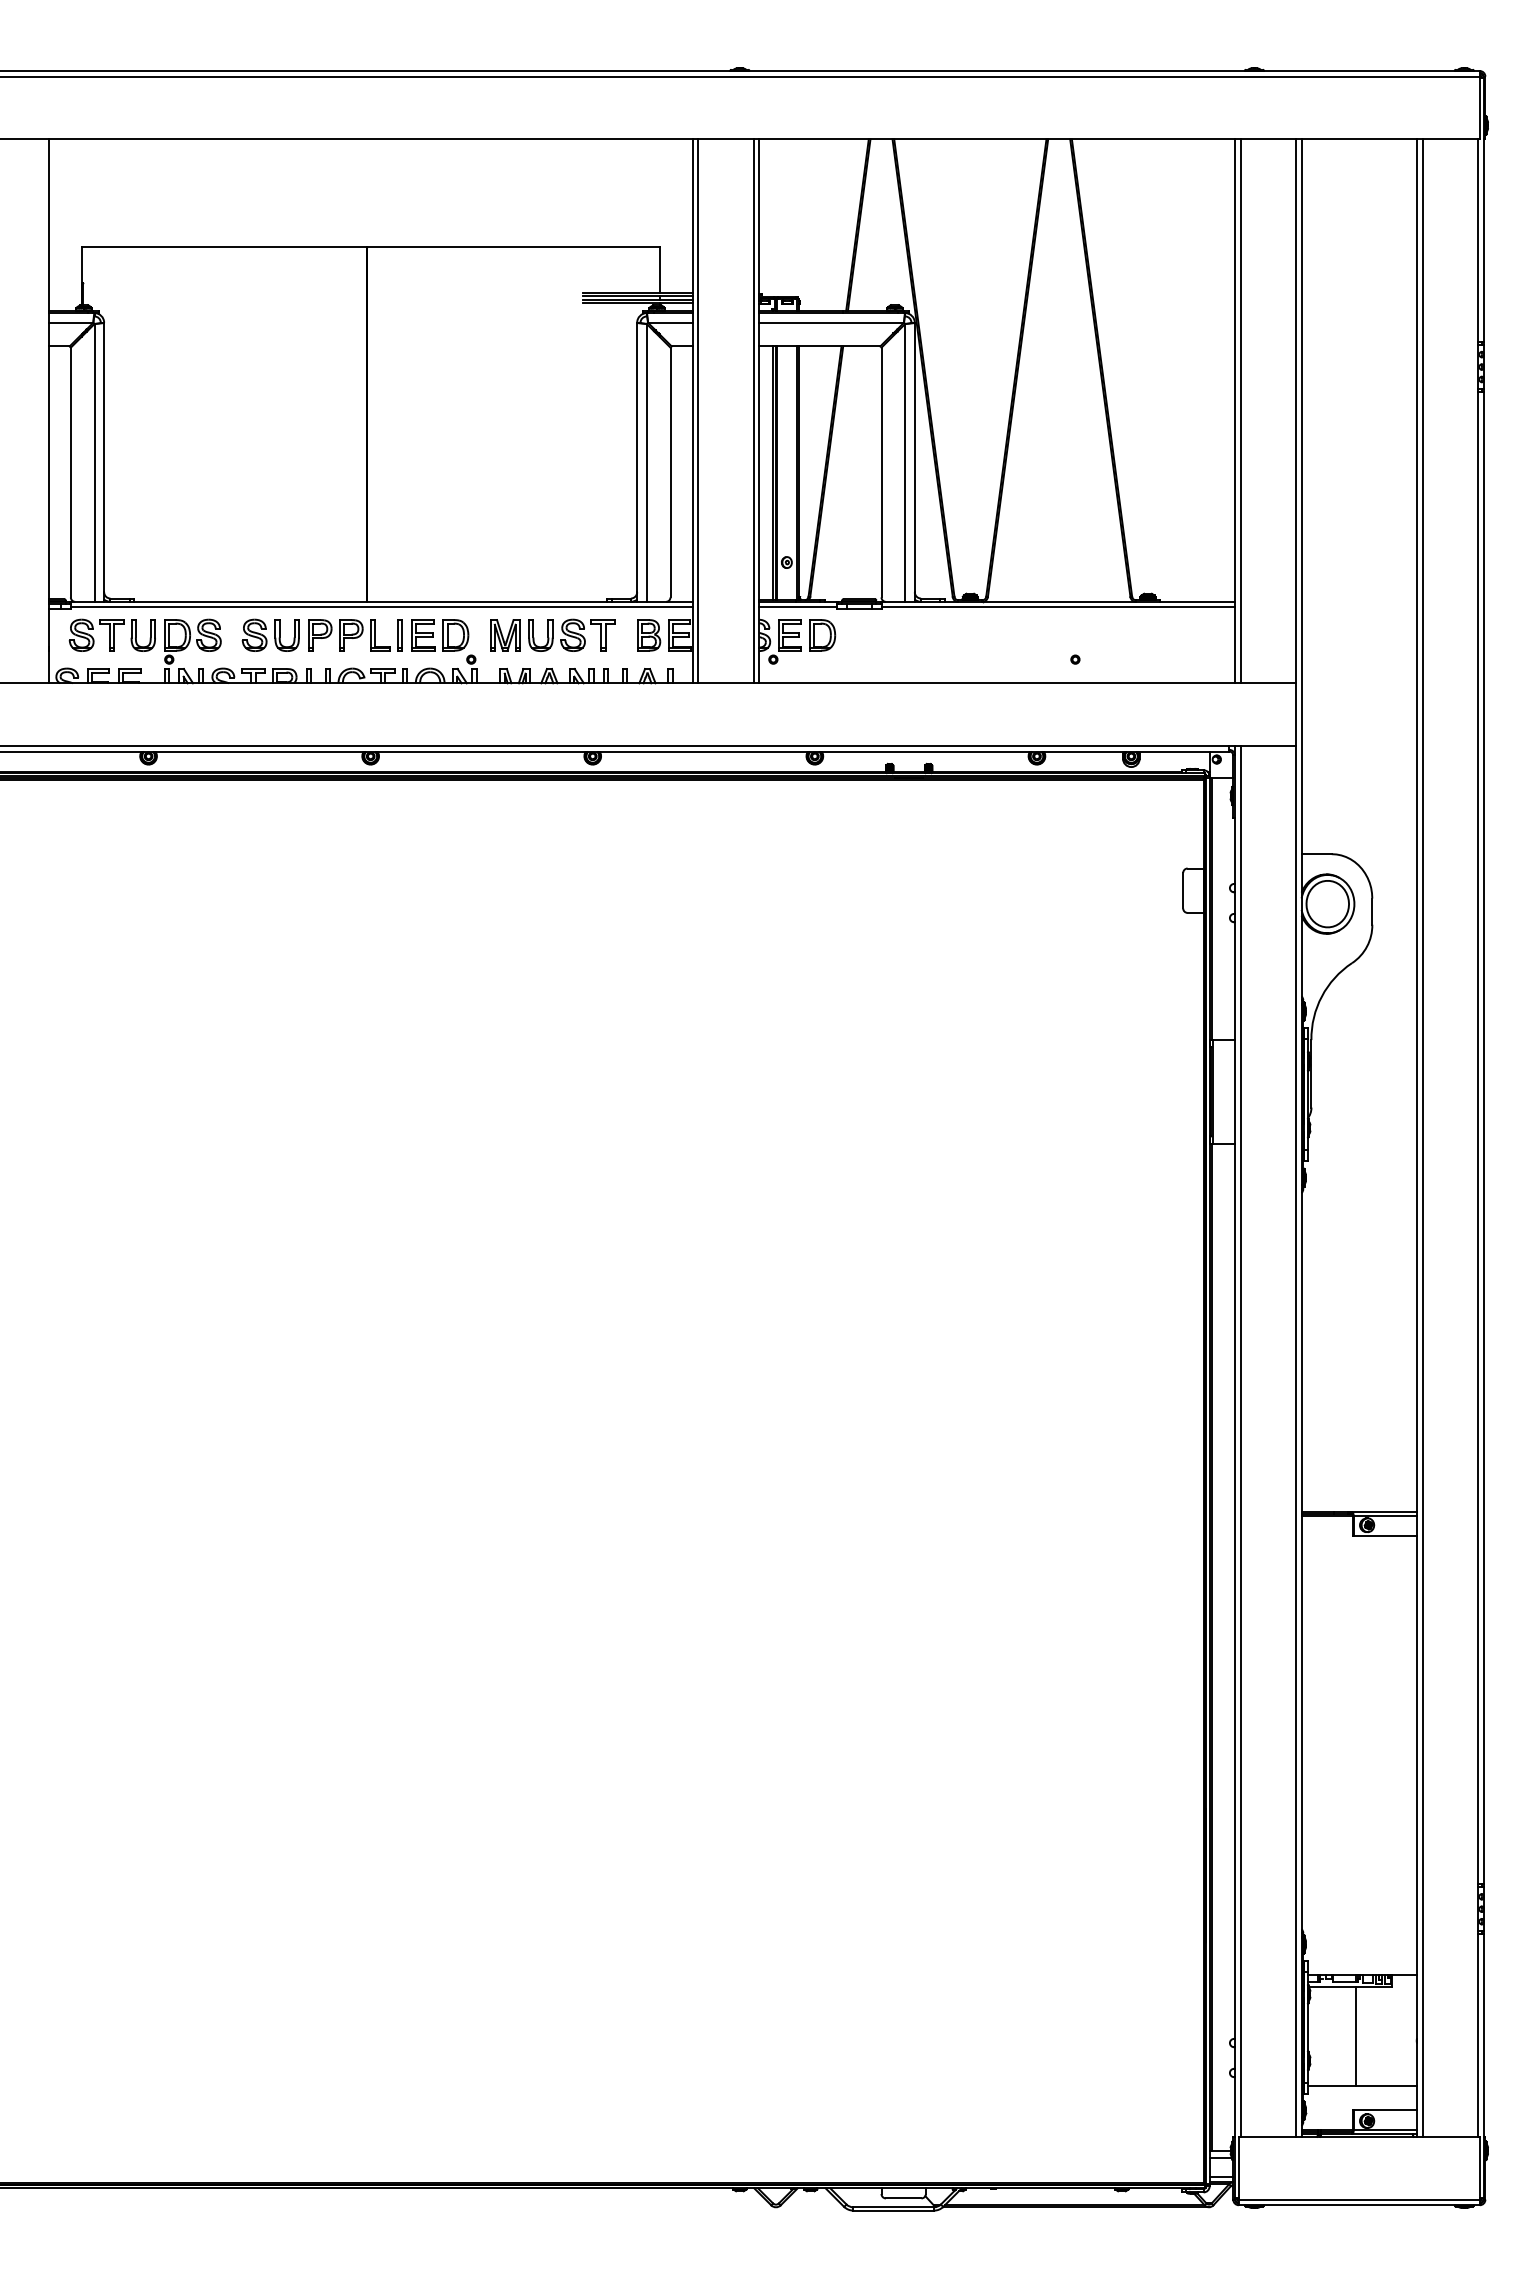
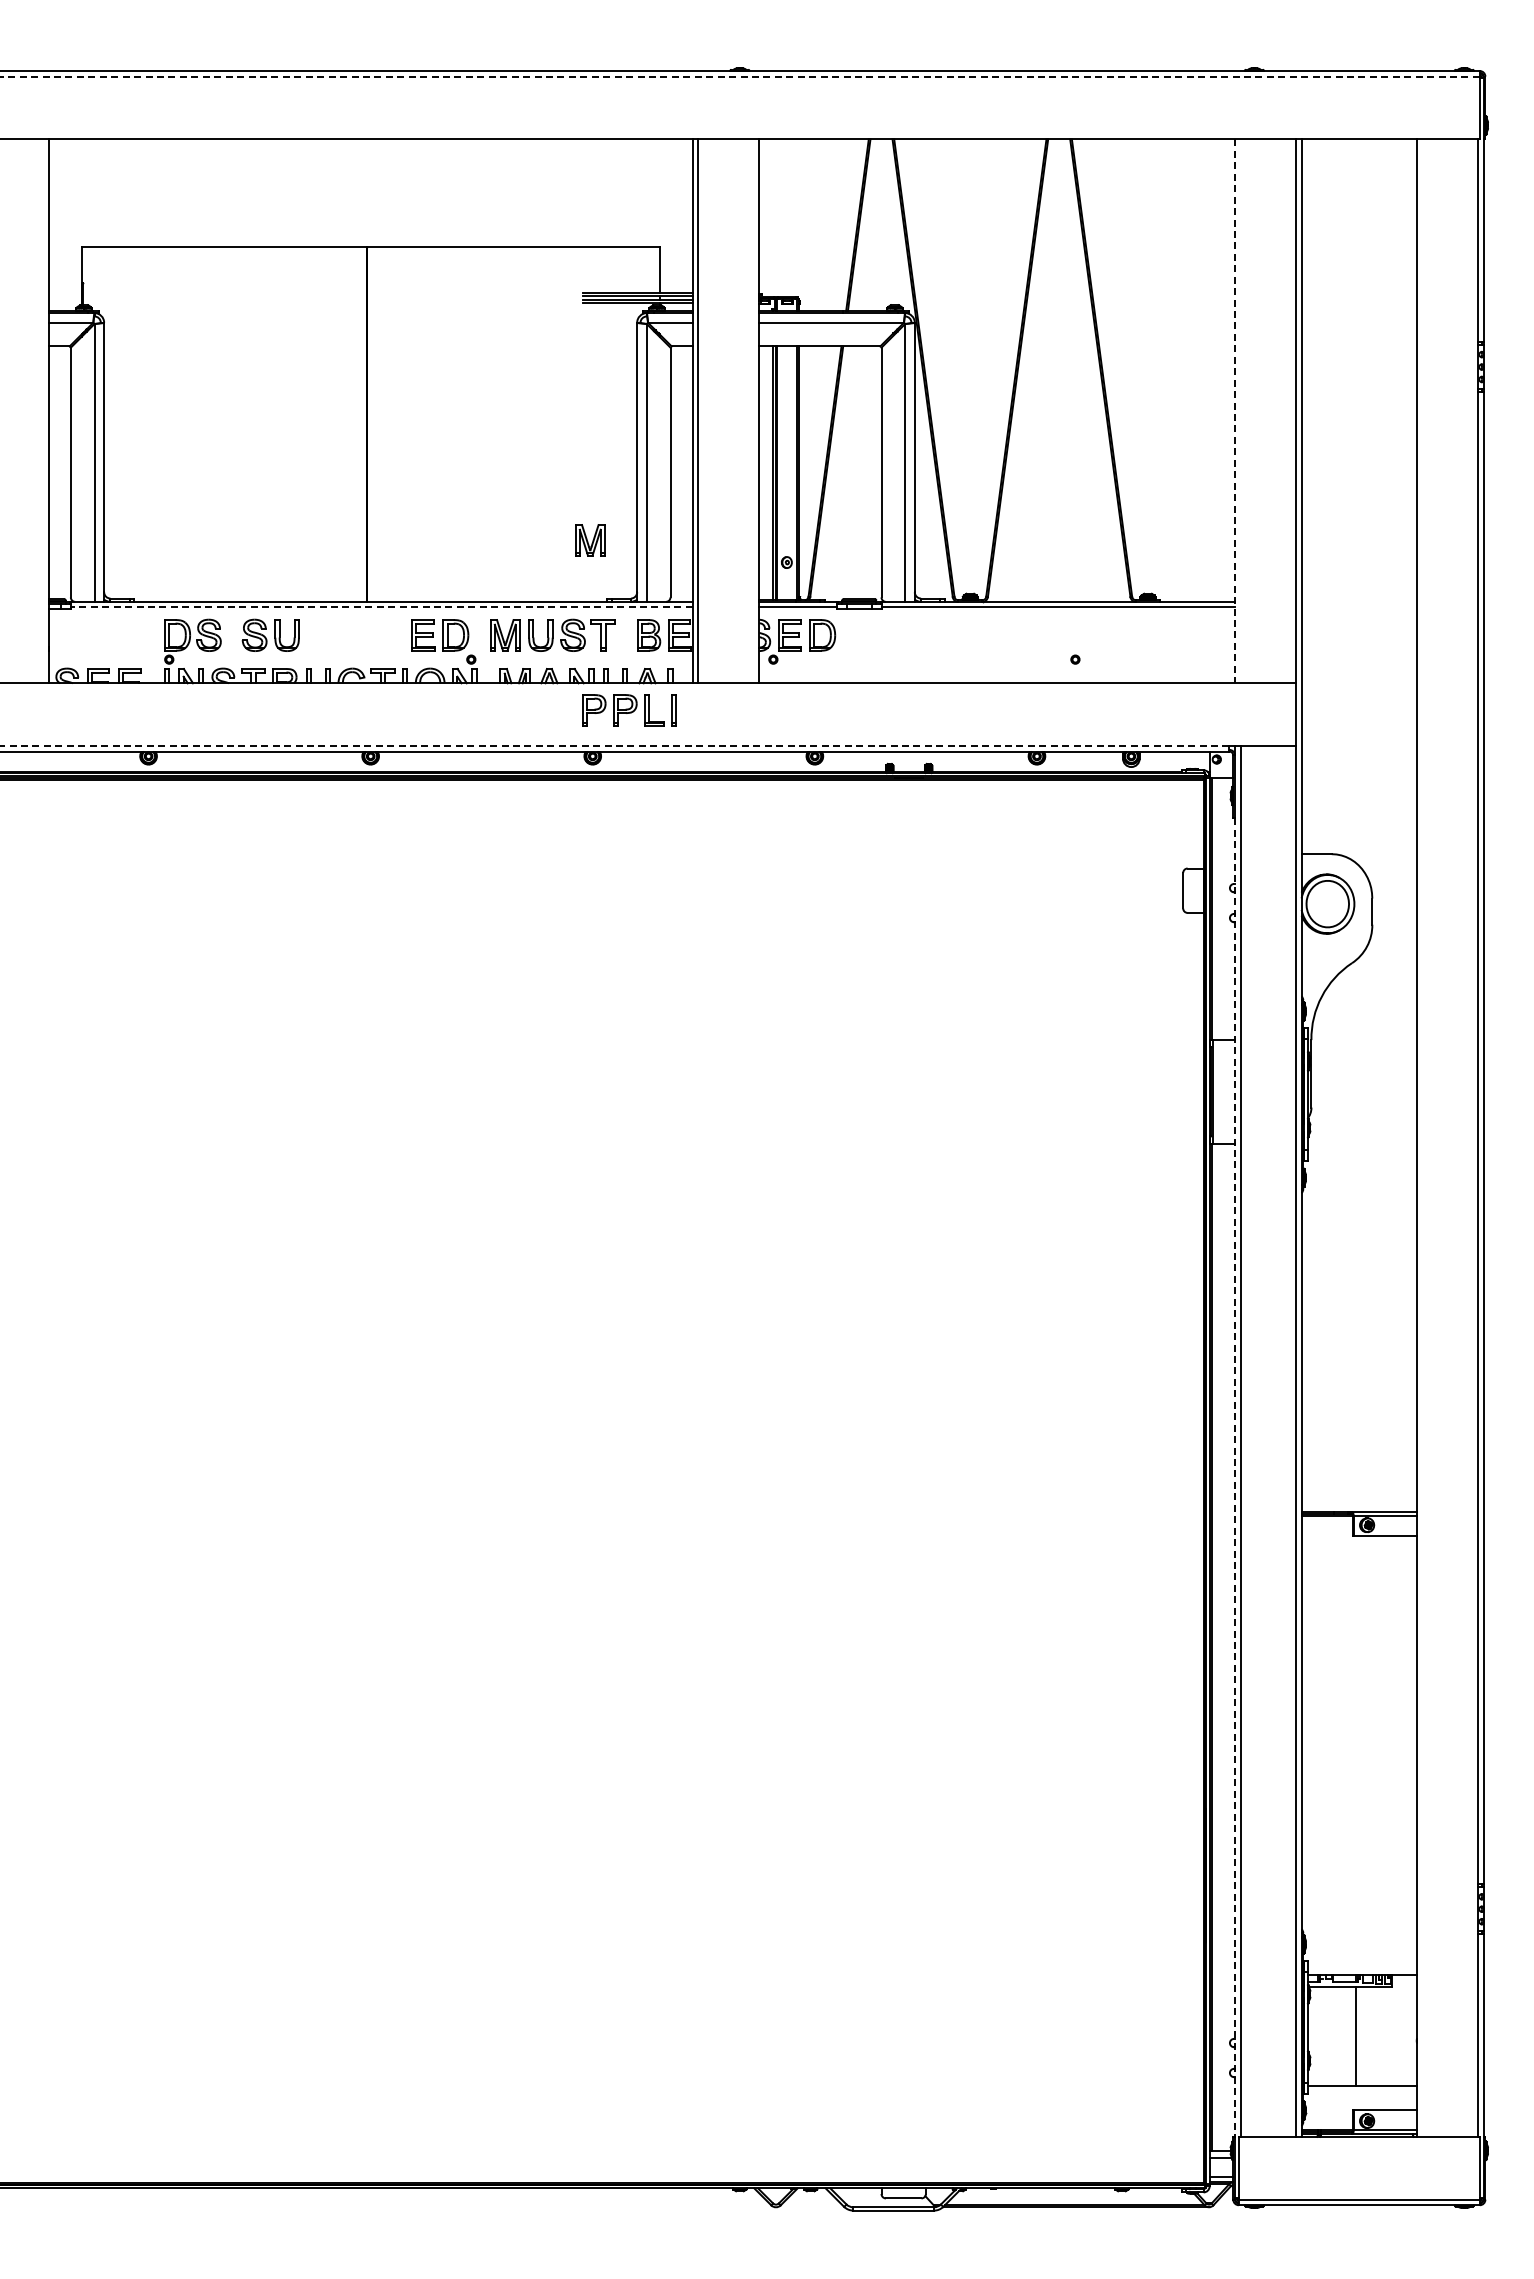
line at (740, 76): solid -> dashed
line at (753, 411): present -> none
line at (1234, 411): solid -> dashed
line at (1240, 411): present -> none
part at (590, 540): none -> present
line at (381, 607): solid -> dashed
part at (111, 634): present -> none
part at (355, 635) position: (355, 635) -> (629, 710)
line at (614, 746): solid -> dashed
line at (1422, 1137): present -> none
line at (1234, 1478): solid -> dashed
